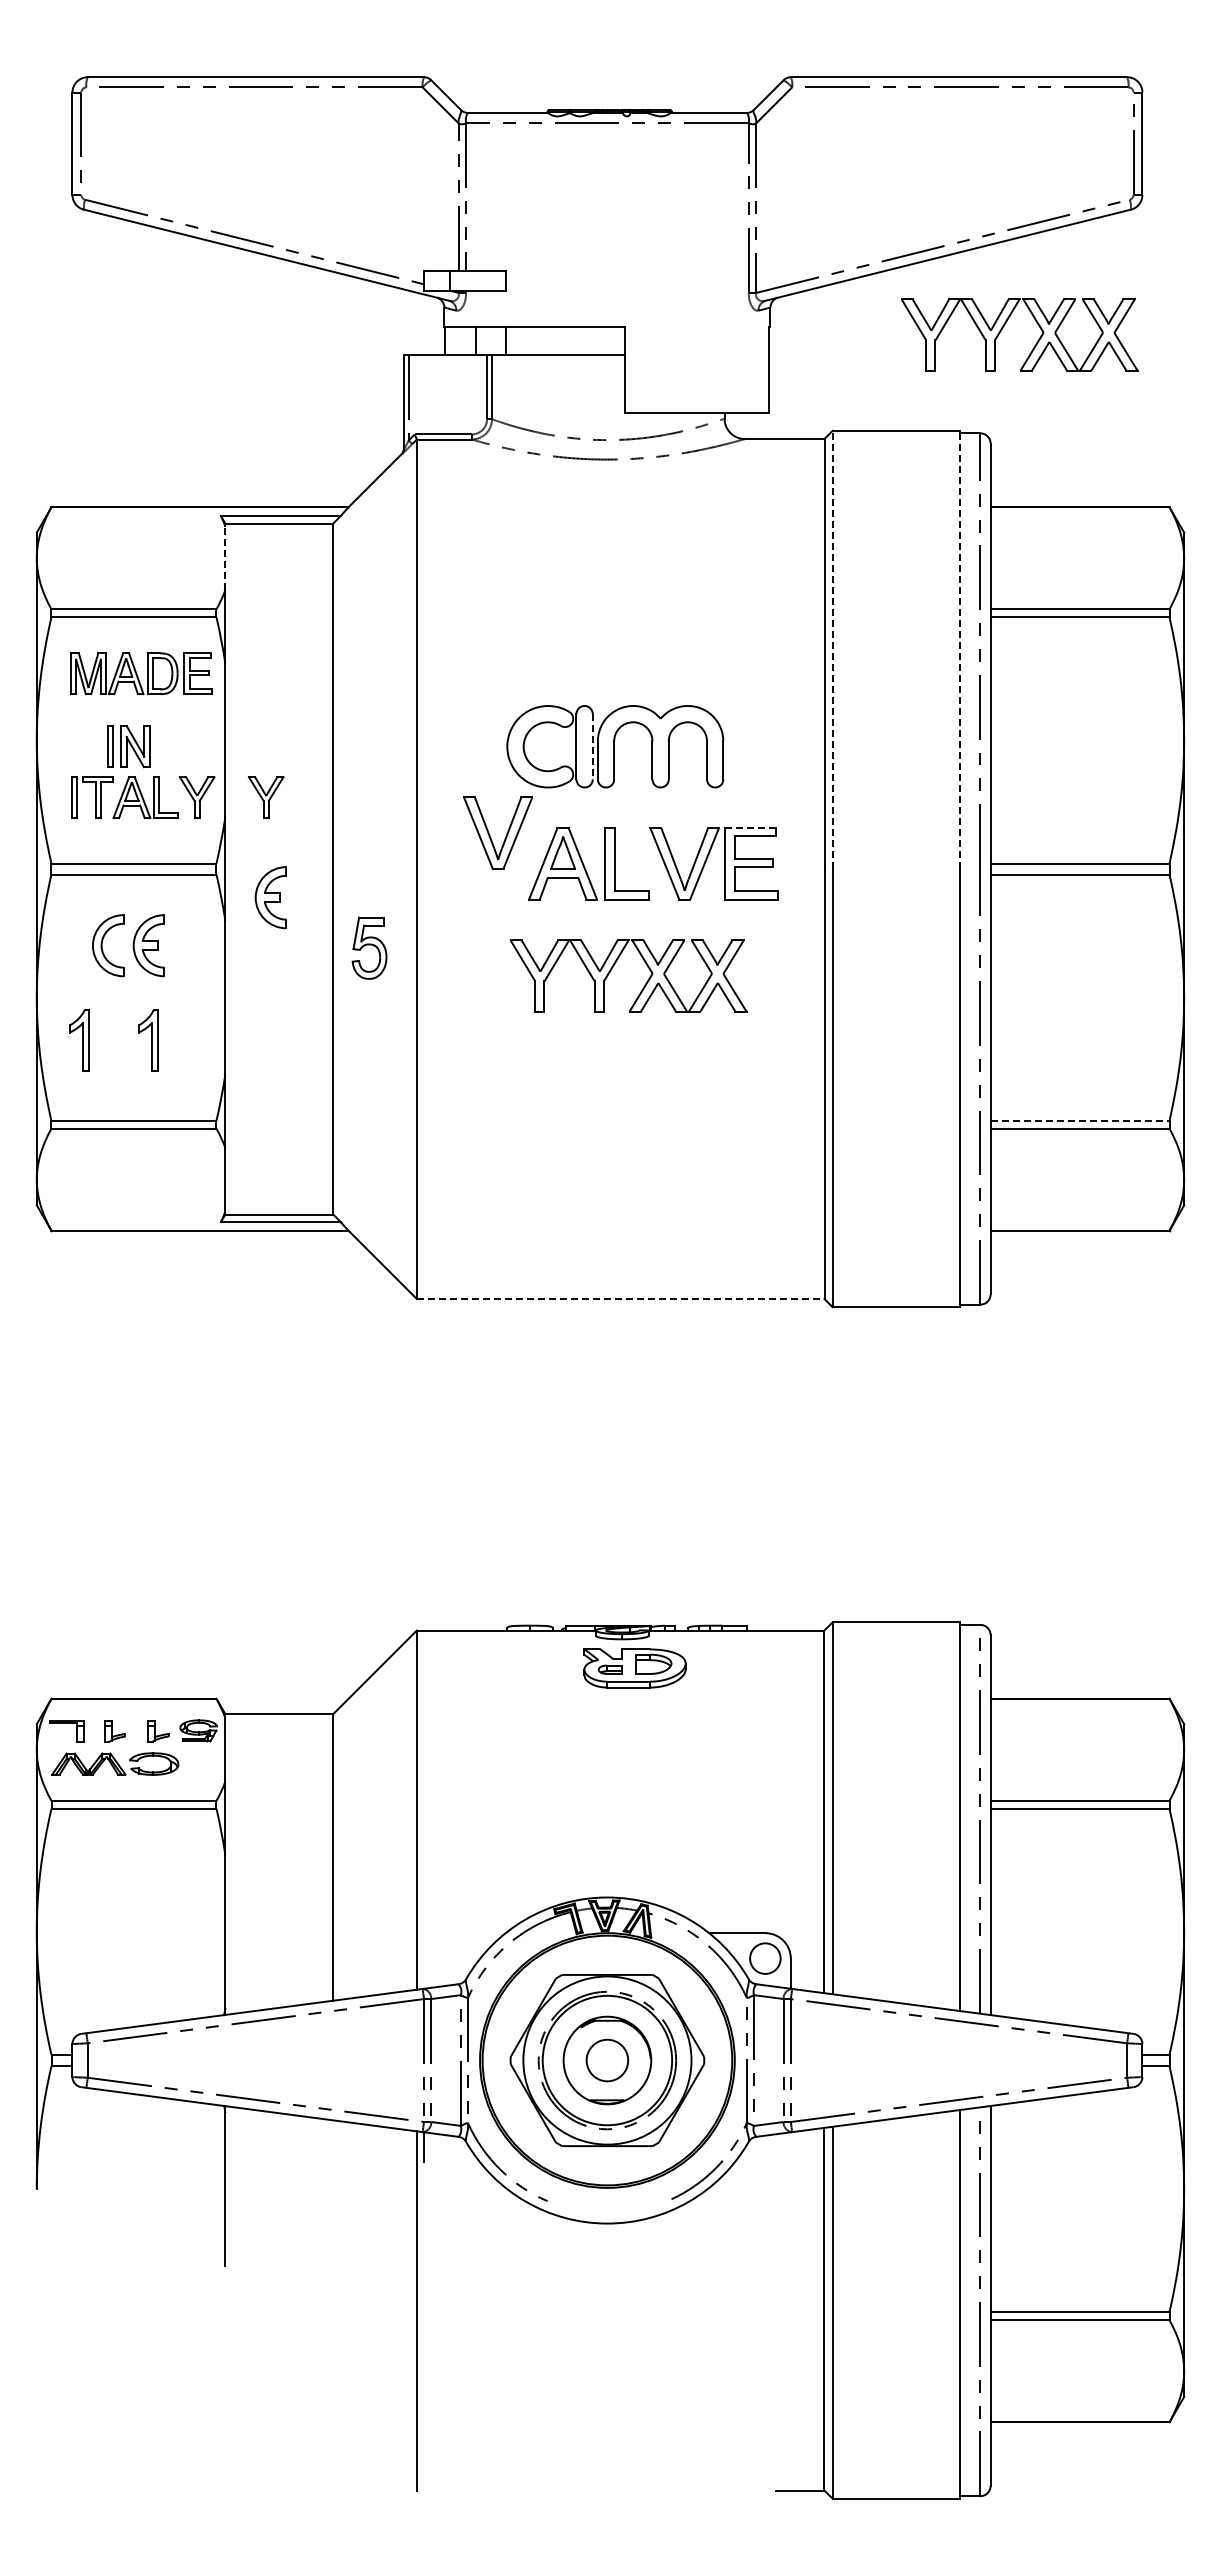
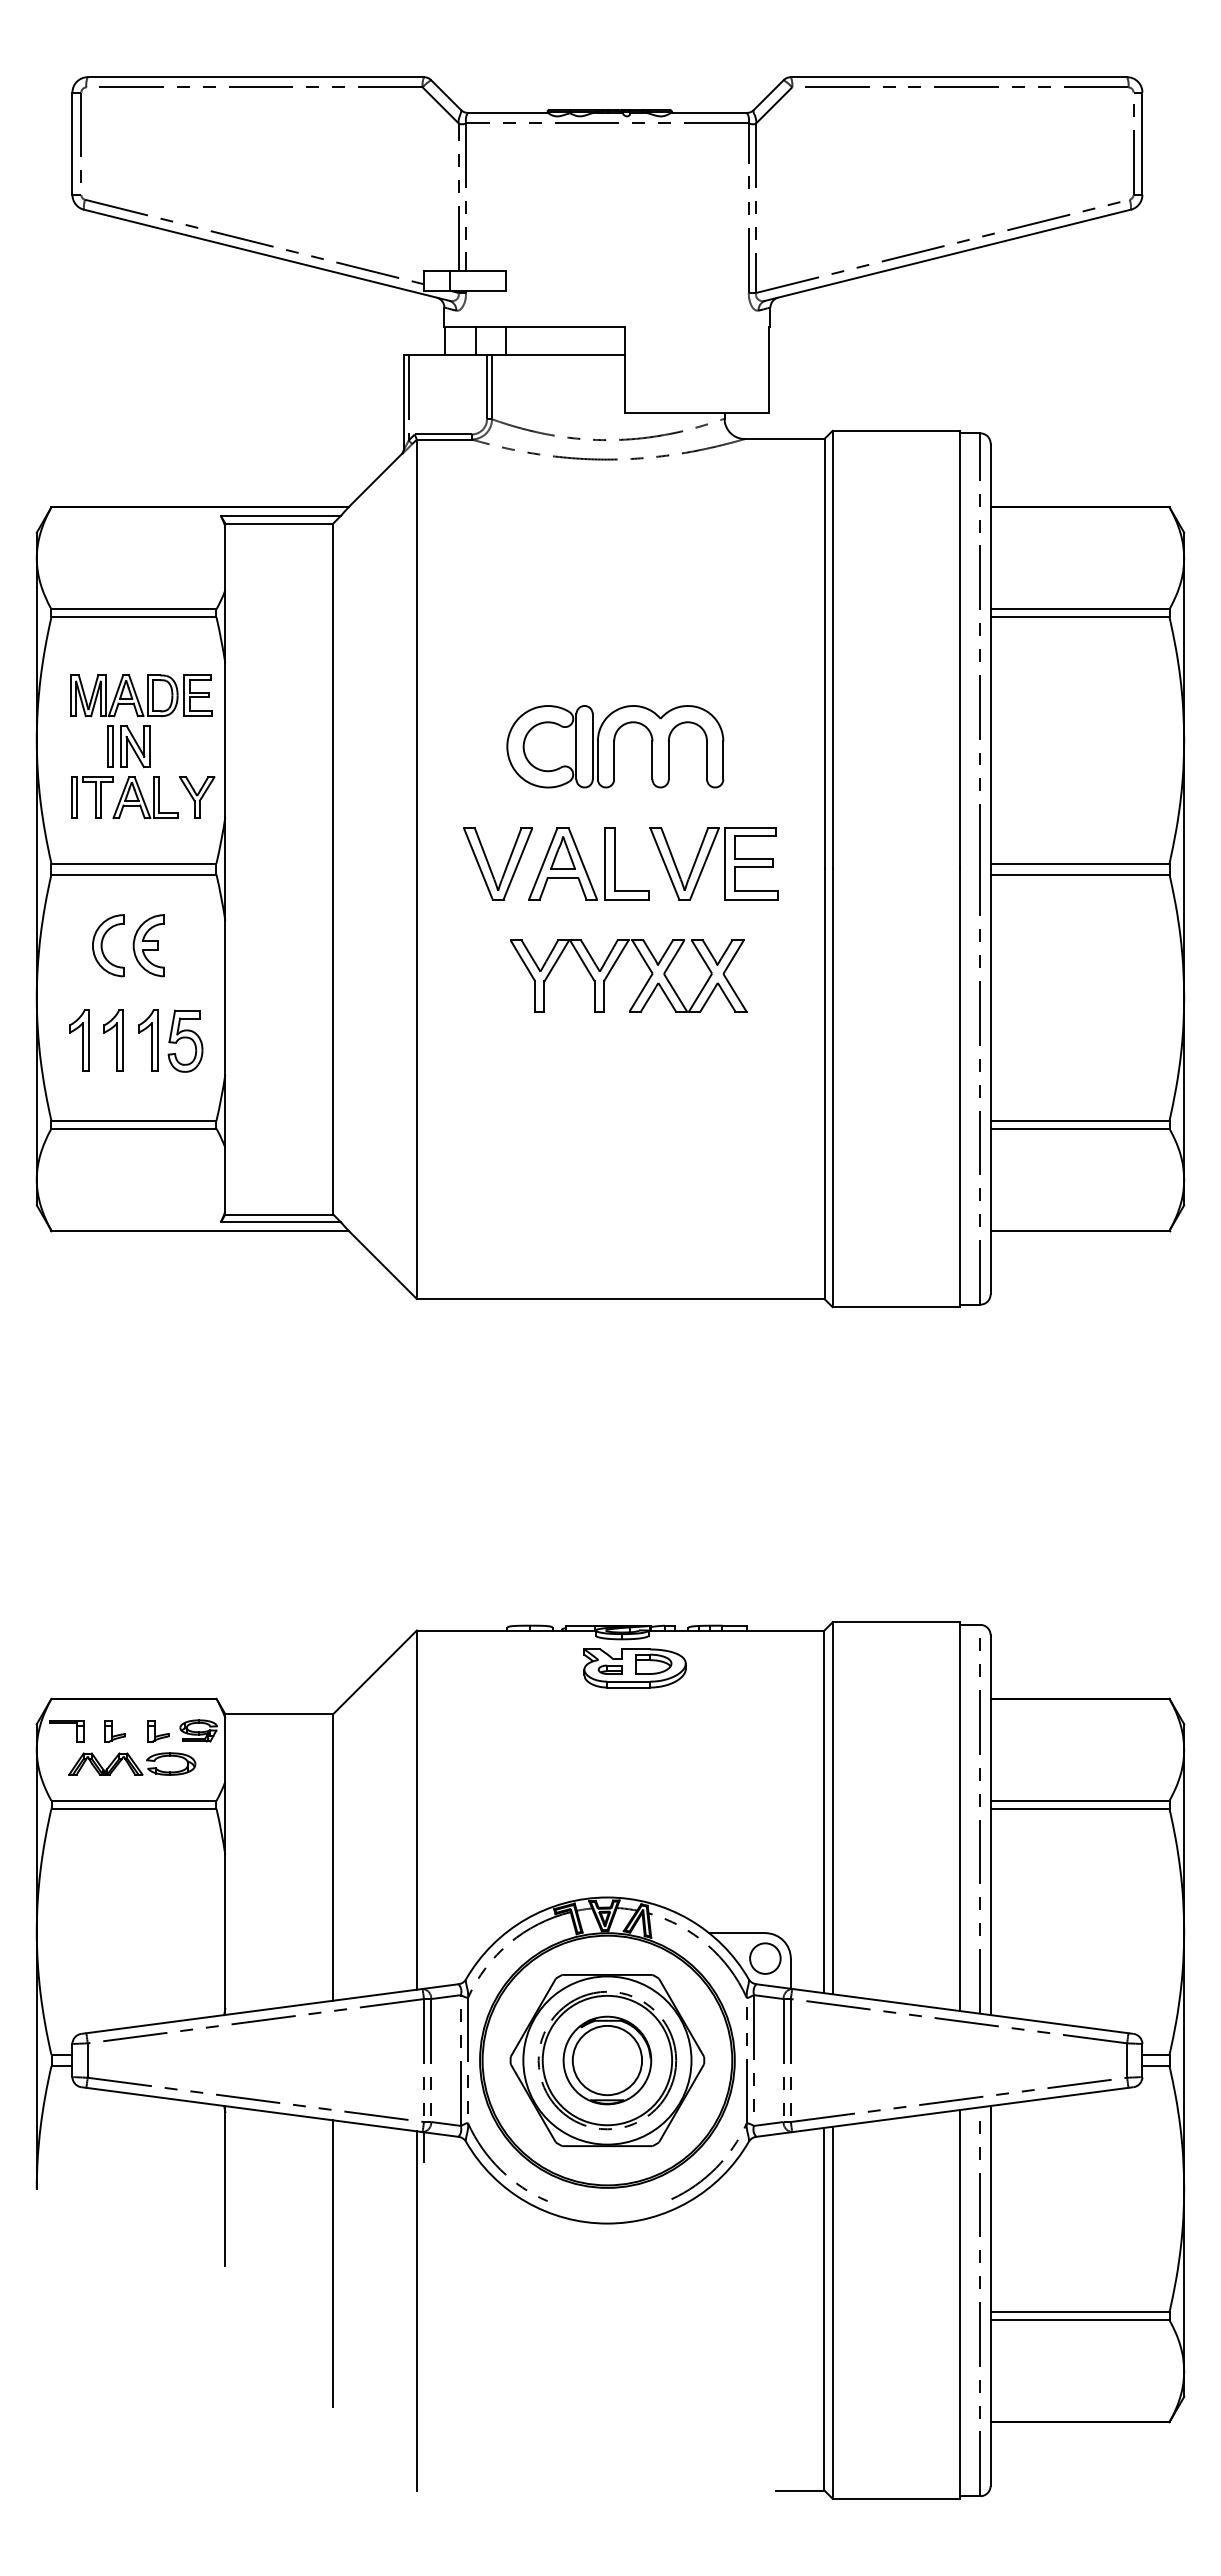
part at (1004, 326): present -> none
line at (225, 558): dashed -> solid
line at (832, 649): dashed -> solid
line at (960, 649): dashed -> solid
part at (141, 673) position: (141, 673) -> (141, 695)
line at (592, 746): dashed -> solid
part at (266, 797): present -> none
line at (750, 828): dashed -> solid
part at (490, 835) position: (490, 835) -> (490, 866)
part at (270, 897): present -> none
part at (369, 947) position: (369, 947) -> (185, 1040)
part at (113, 1040): none -> present
line at (1080, 1120): dashed -> solid
line at (620, 1299): dashed -> solid
part at (115, 1763) position: (115, 1763) -> (132, 1763)
circle at (607, 2060) diameter: 42 px -> 69 px
line at (333, 2263): none -> present
